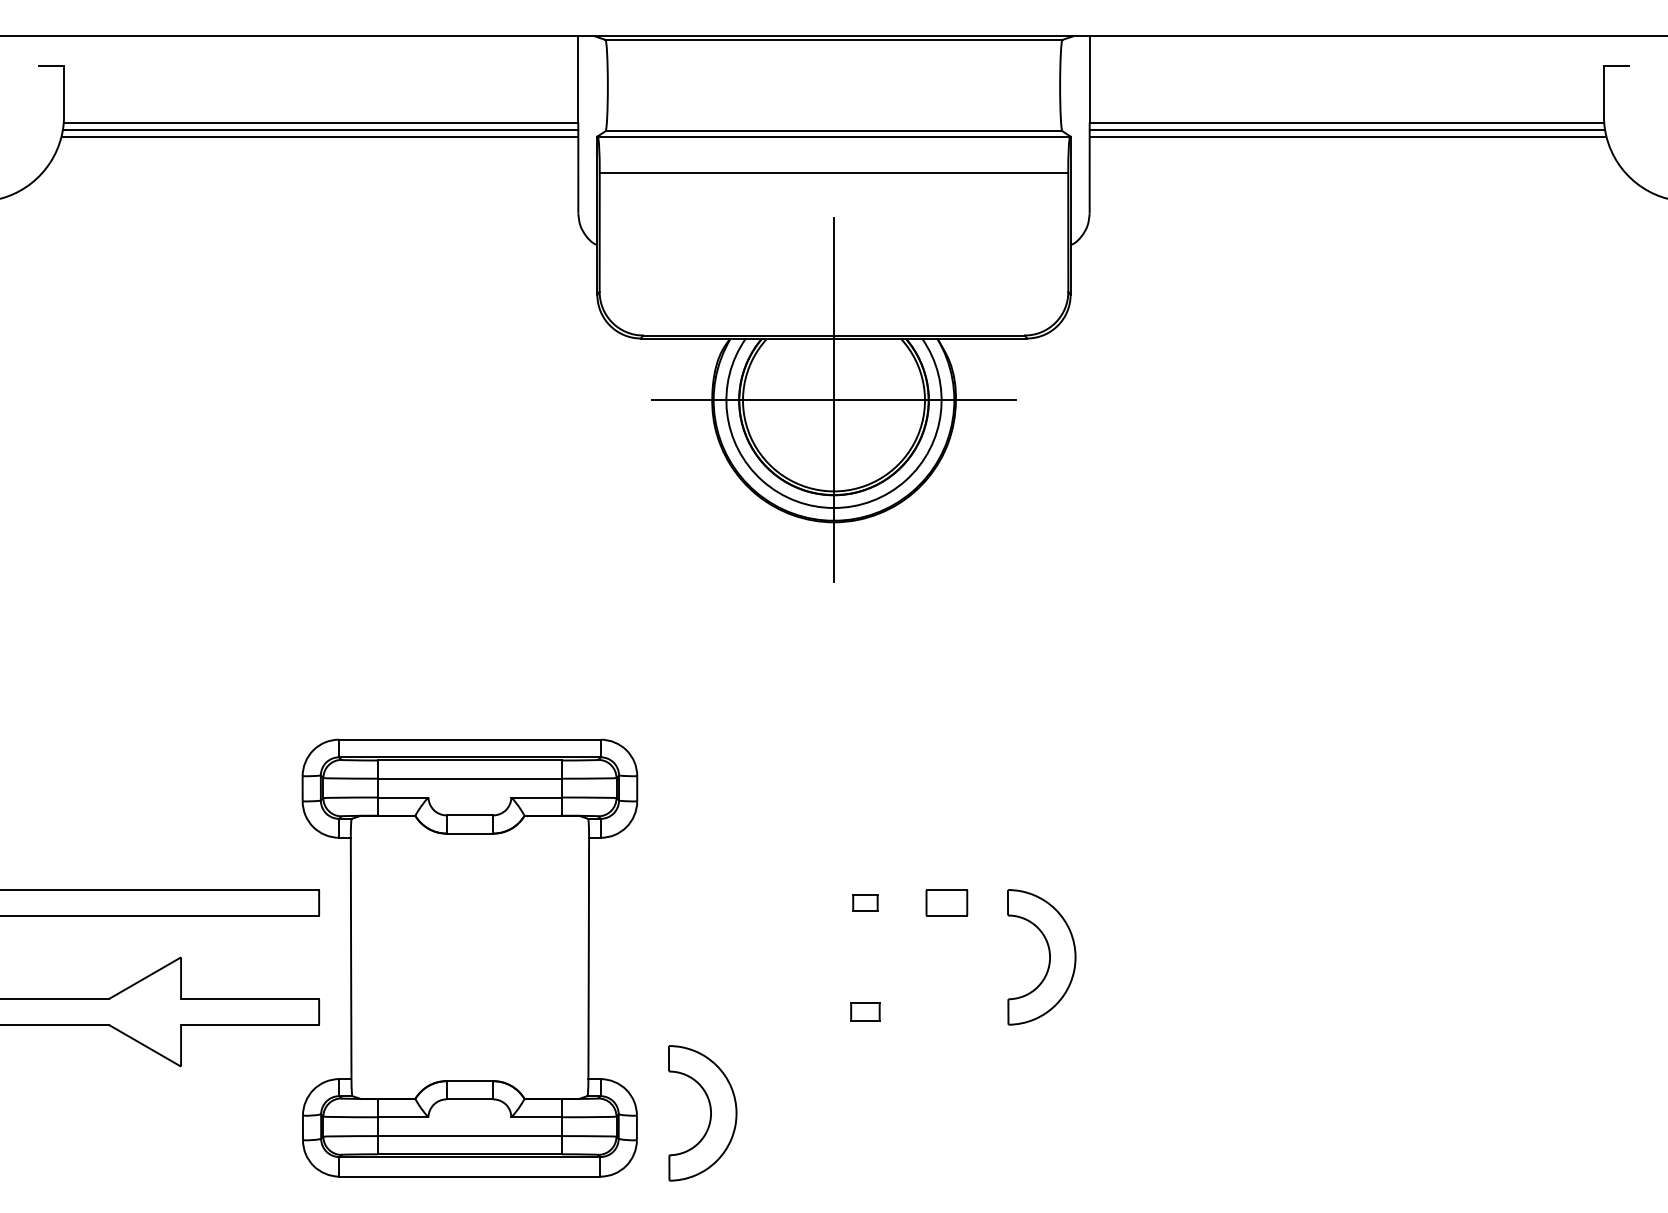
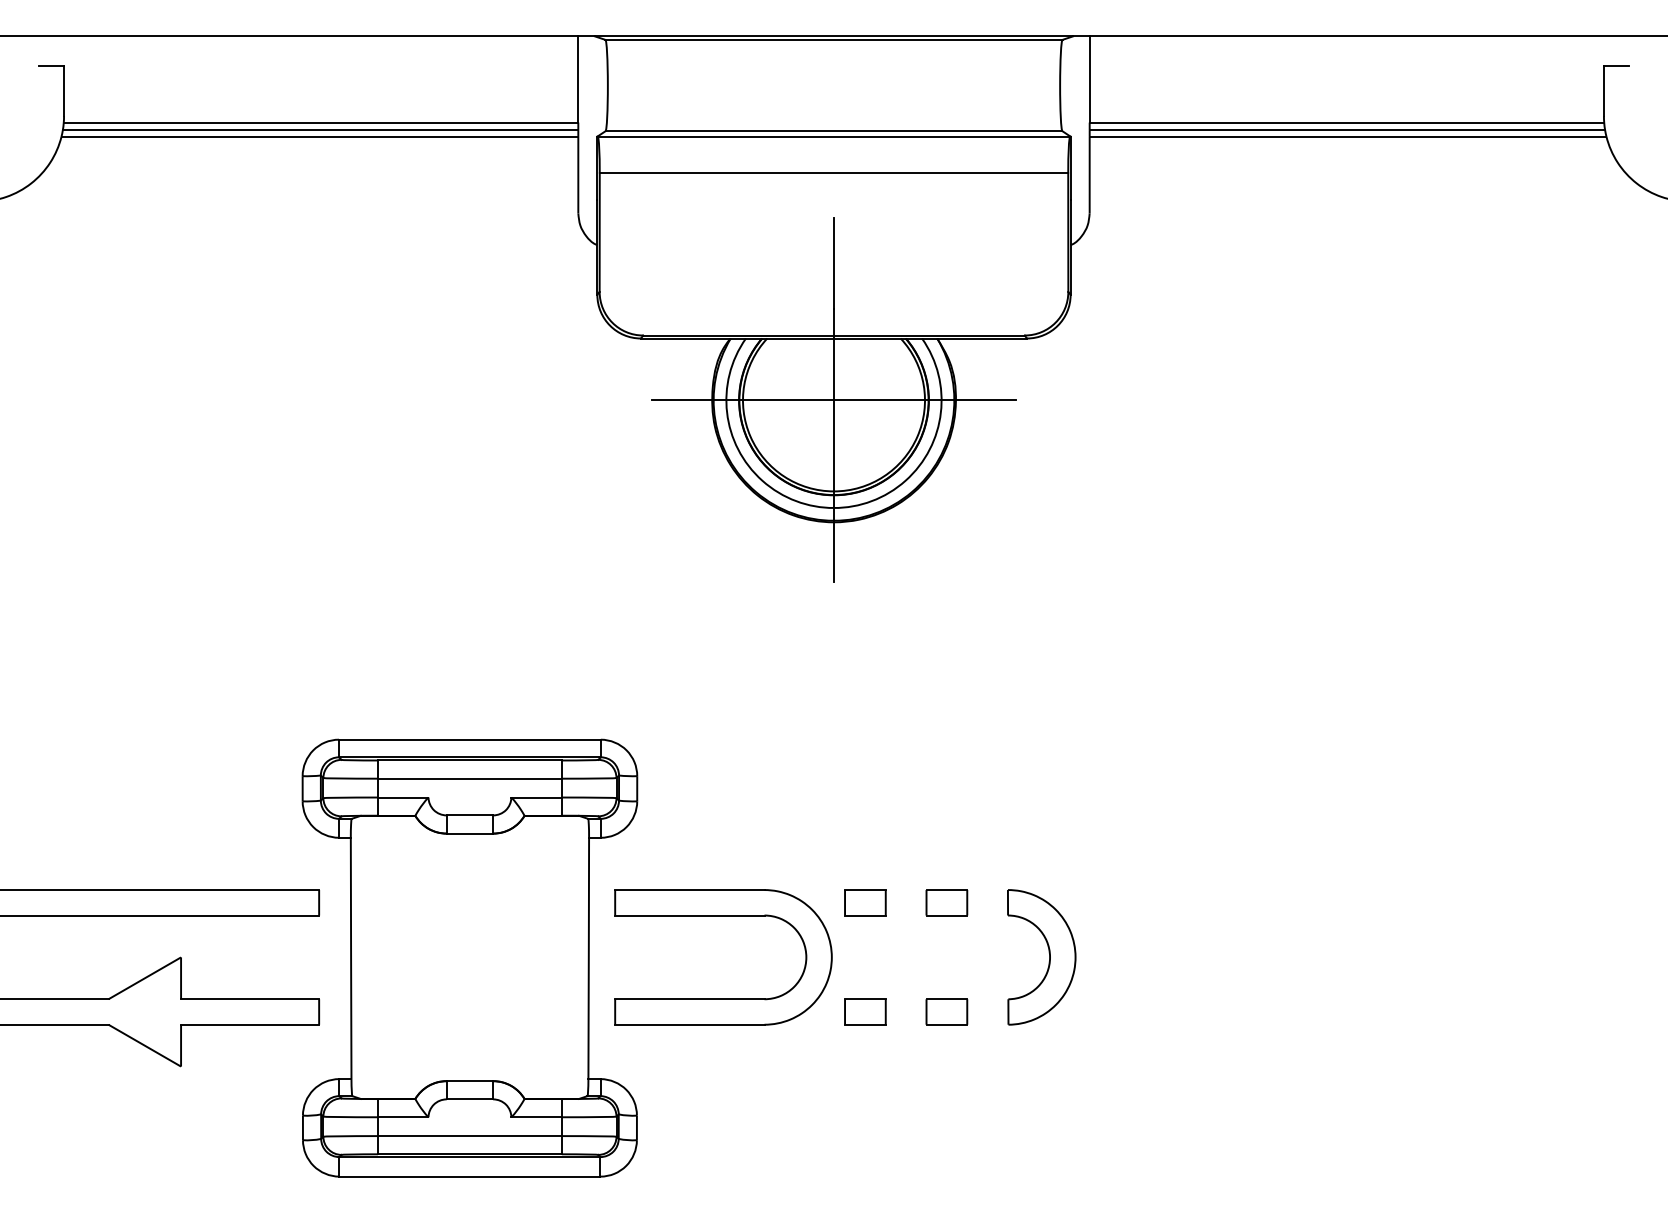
part at (865, 902) size: 27x18 px -> 43x28 px
part at (723, 916): none -> present
part at (865, 1011) size: 31x20 px -> 43x28 px
part at (946, 1011): none -> present
part at (710, 1113): present -> none
